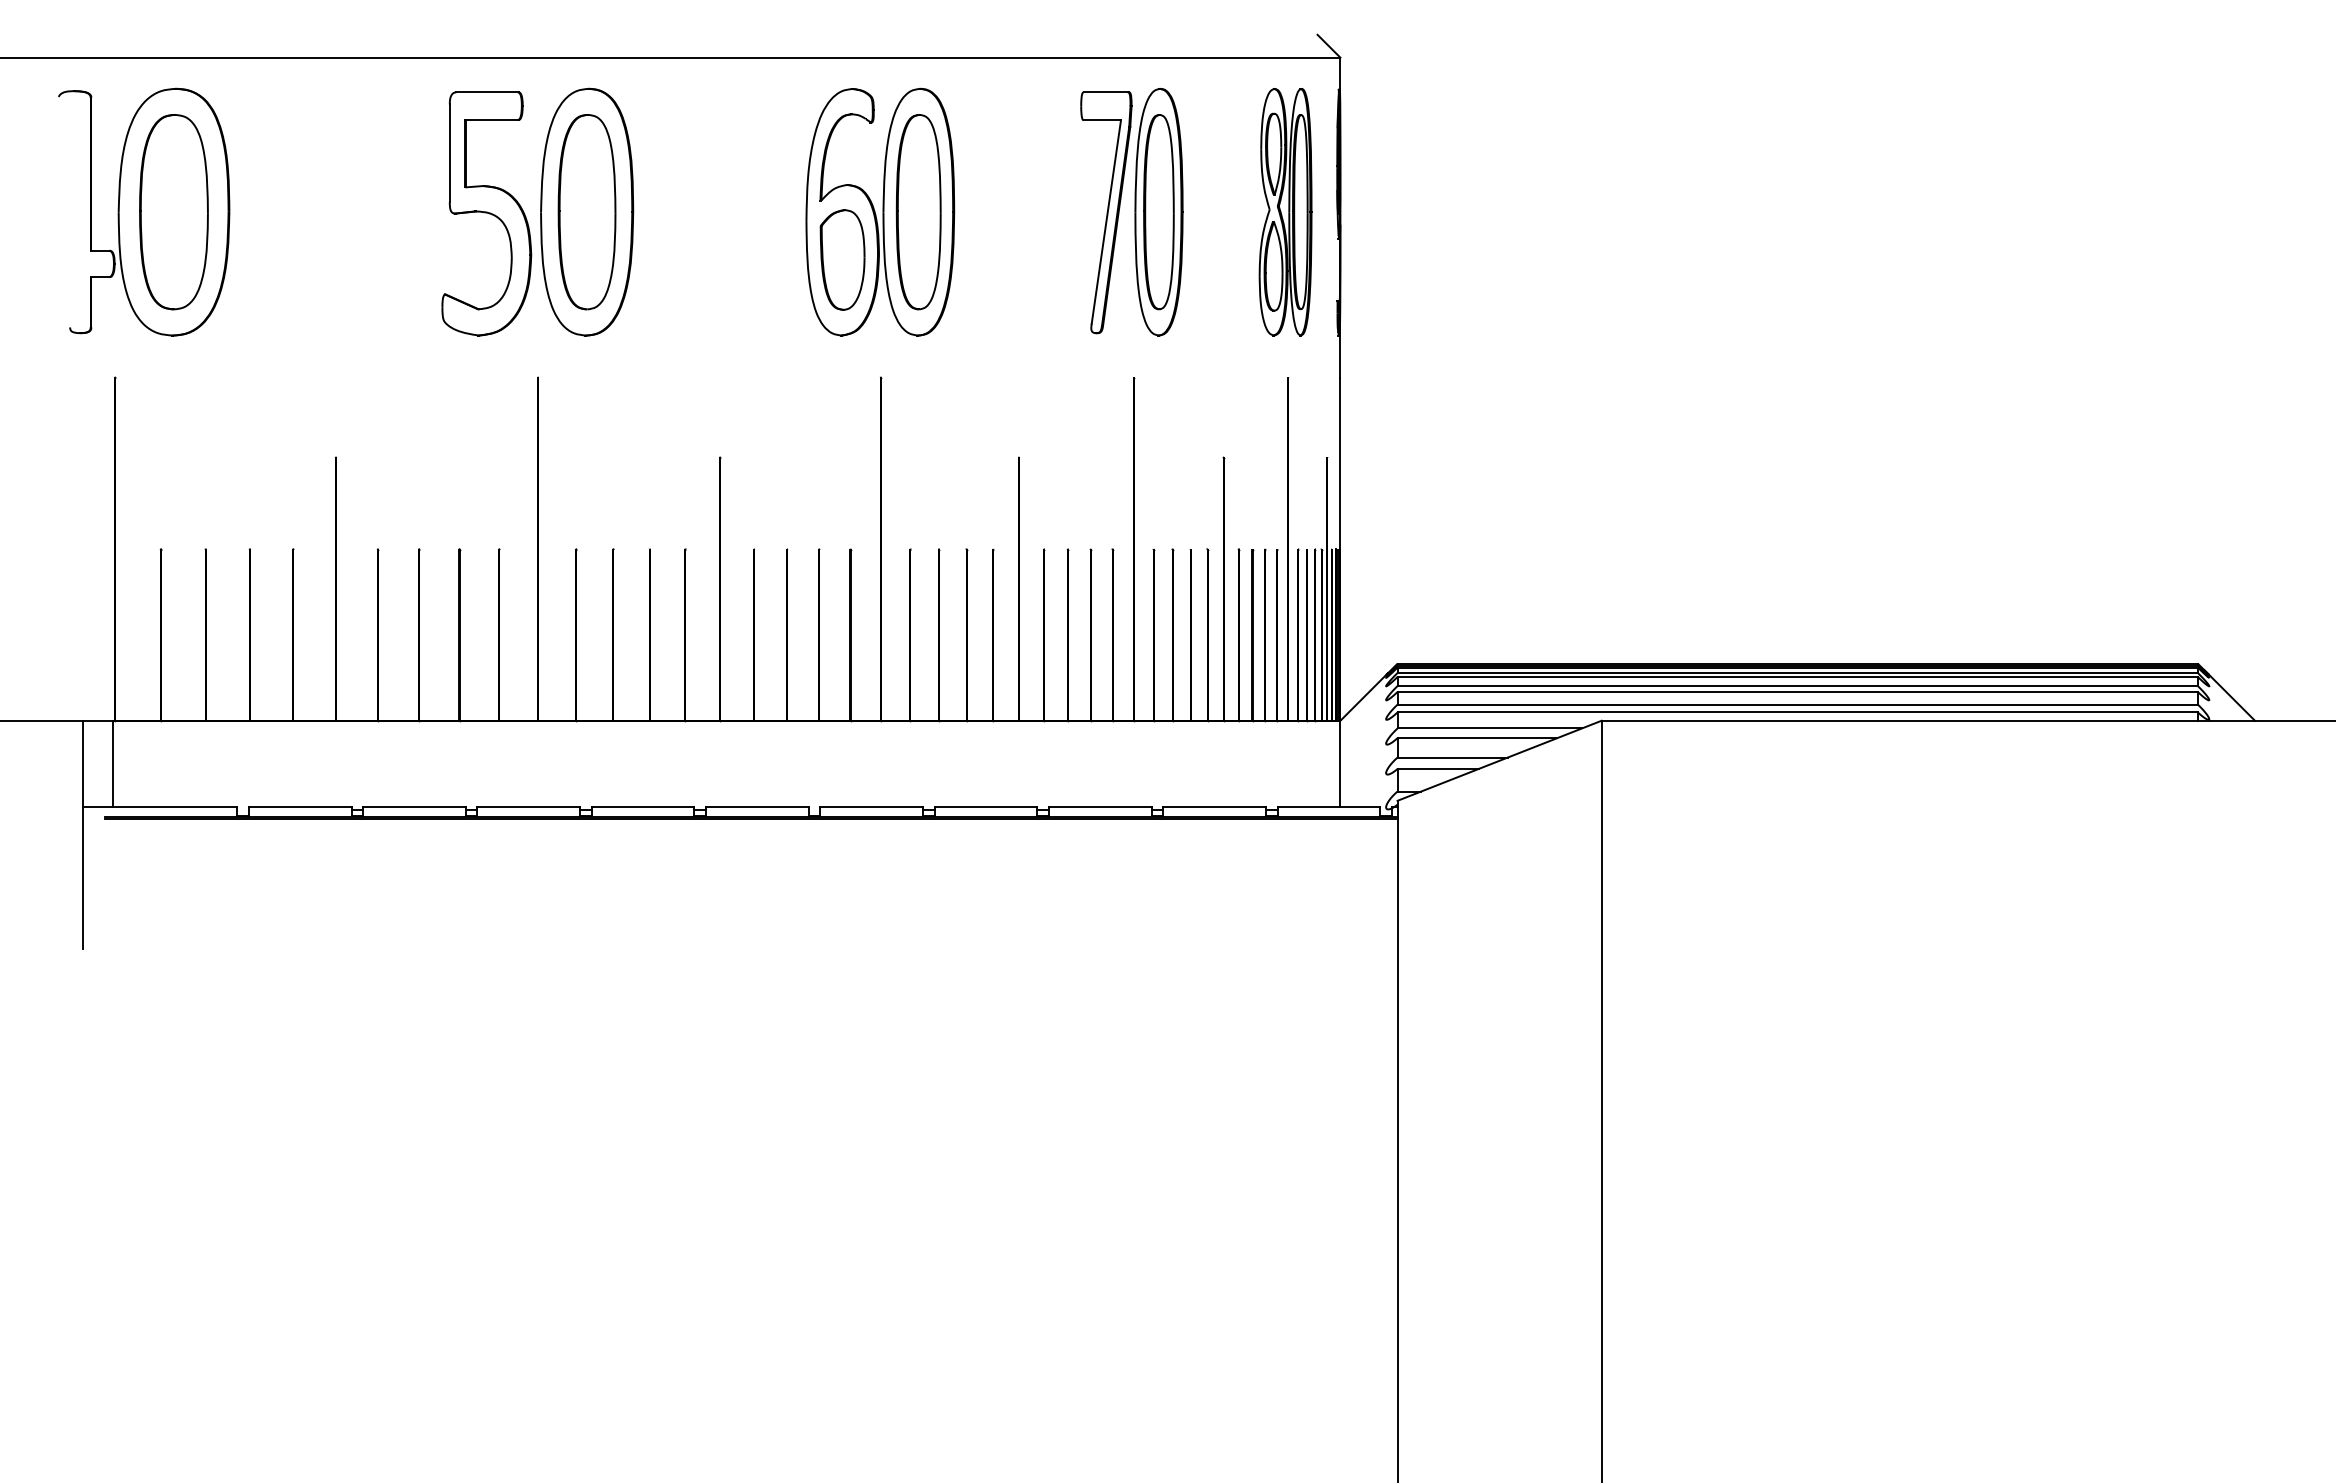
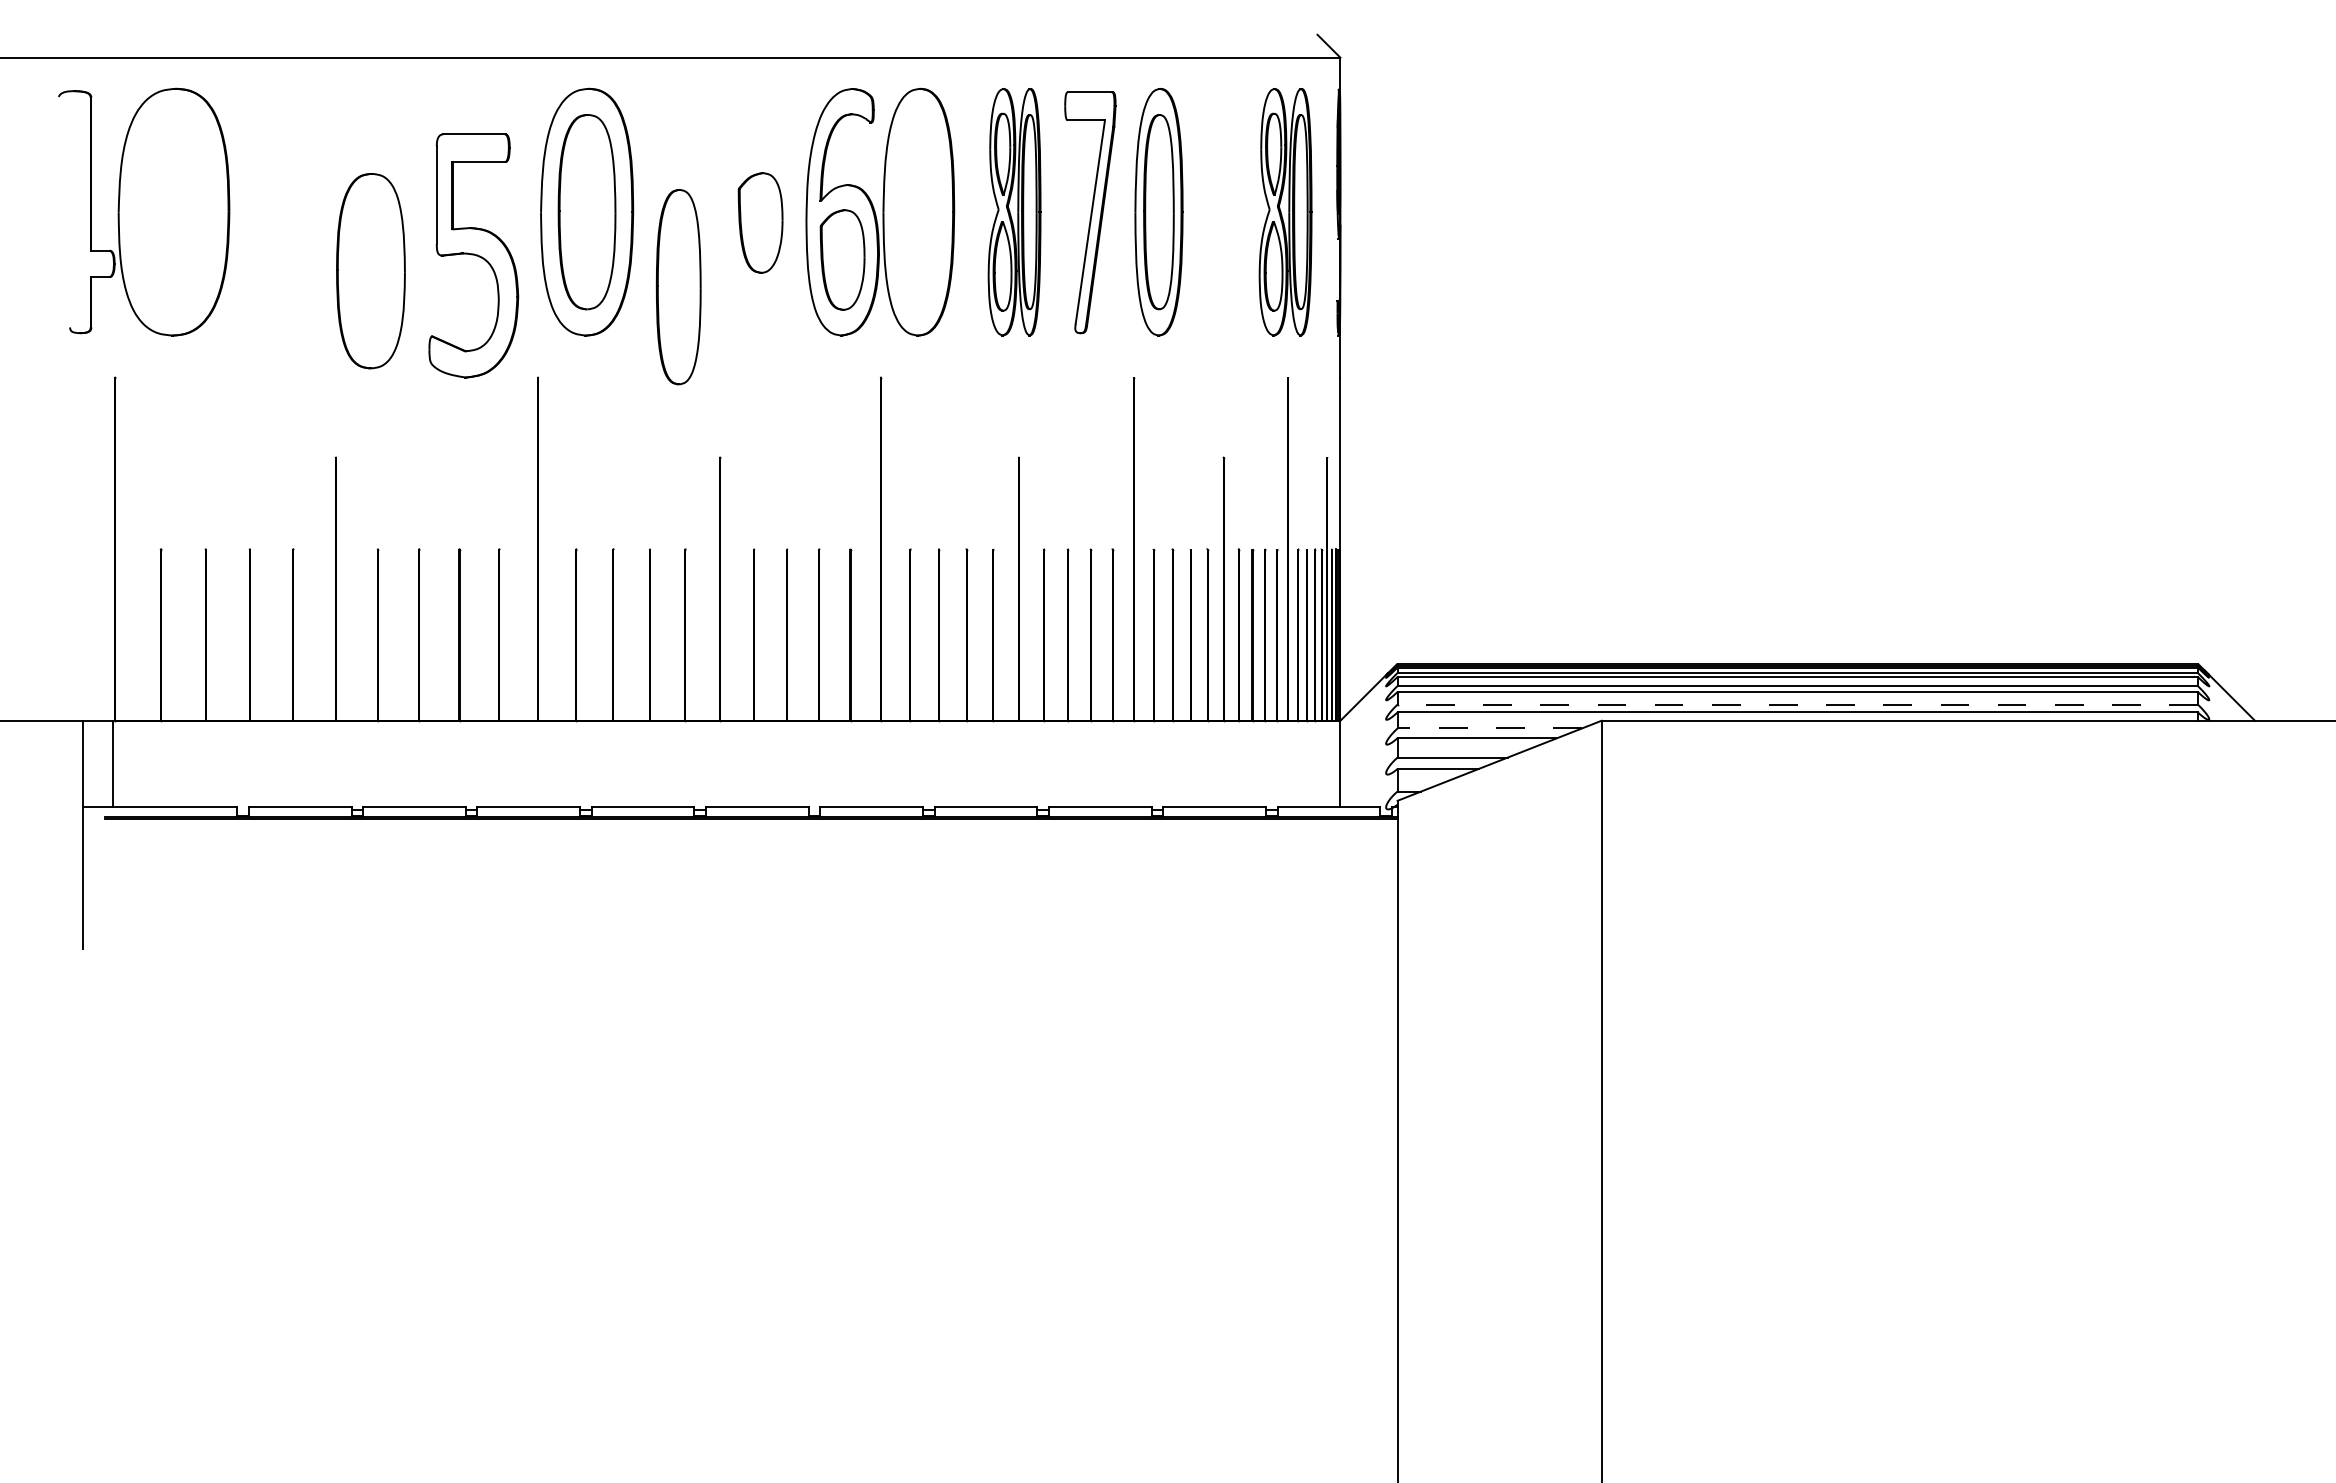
part at (173, 212) position: (173, 212) -> (370, 271)
part at (918, 212) position: (918, 212) -> (678, 287)
part at (1014, 212): none -> present
part at (1106, 212) position: (1106, 212) -> (1090, 212)
part at (486, 213) position: (486, 213) -> (473, 255)
part at (760, 222): none -> present
line at (1797, 704): solid -> dashed
line at (1489, 728): solid -> dashed
